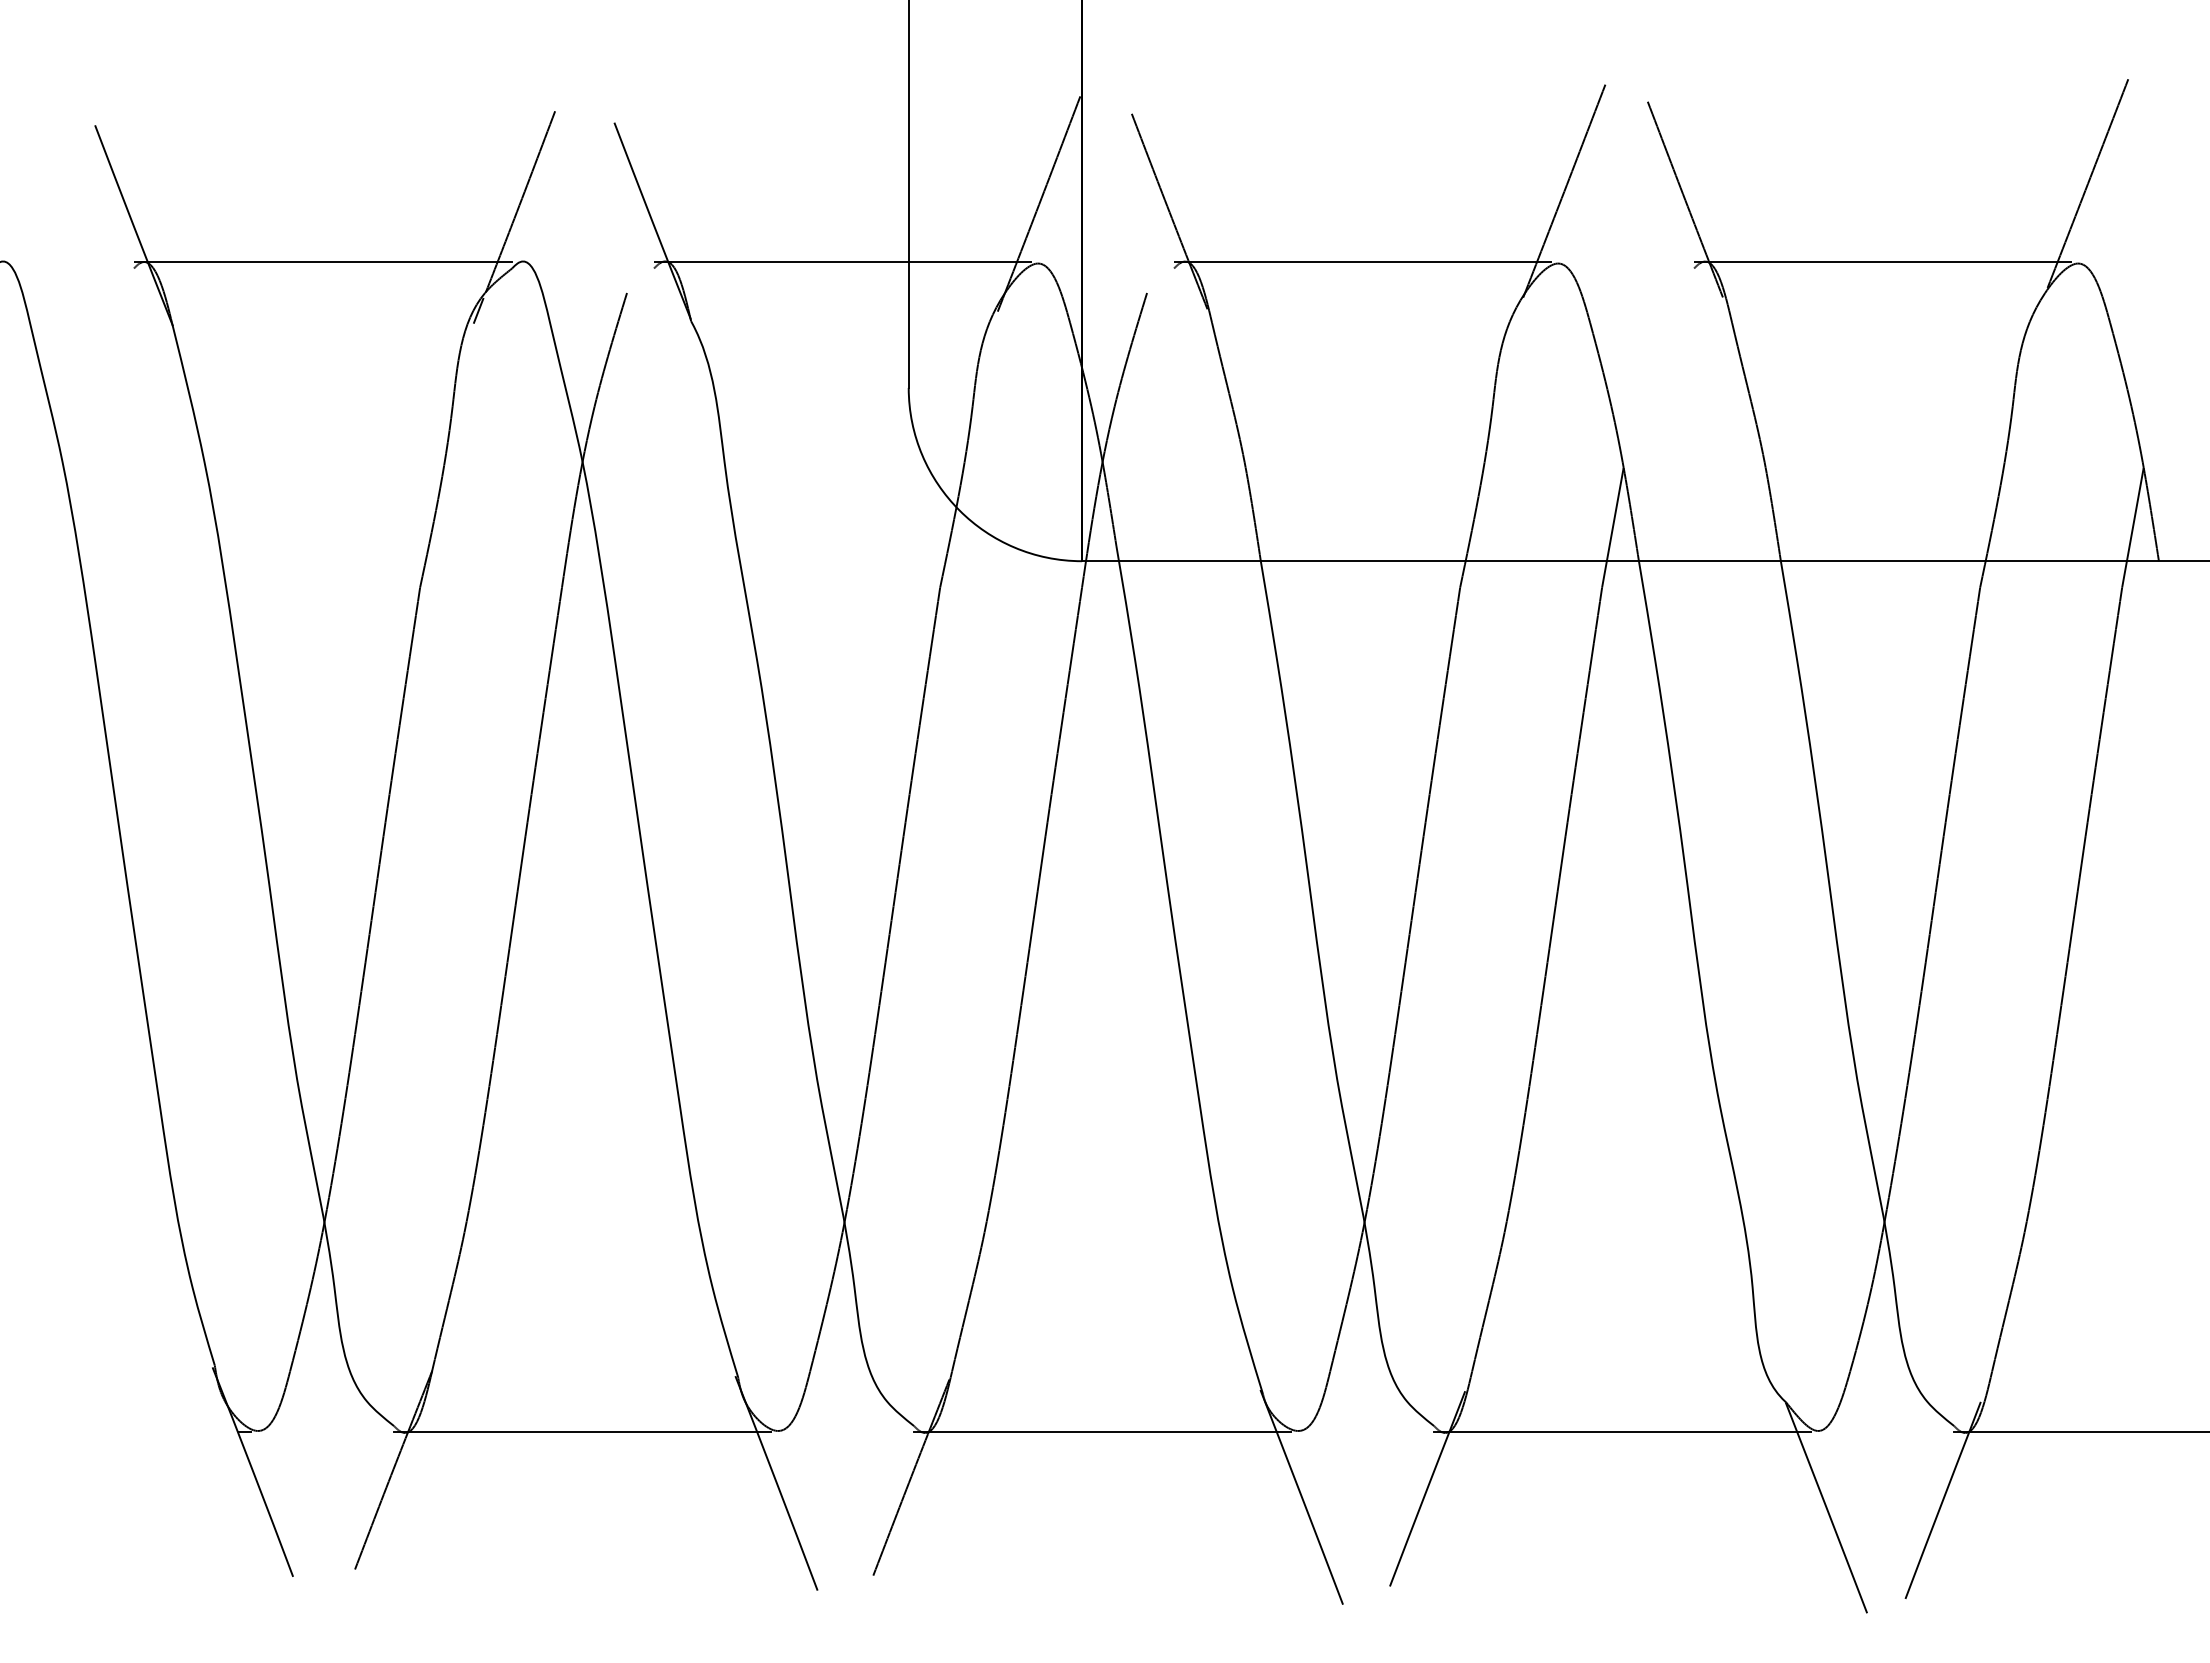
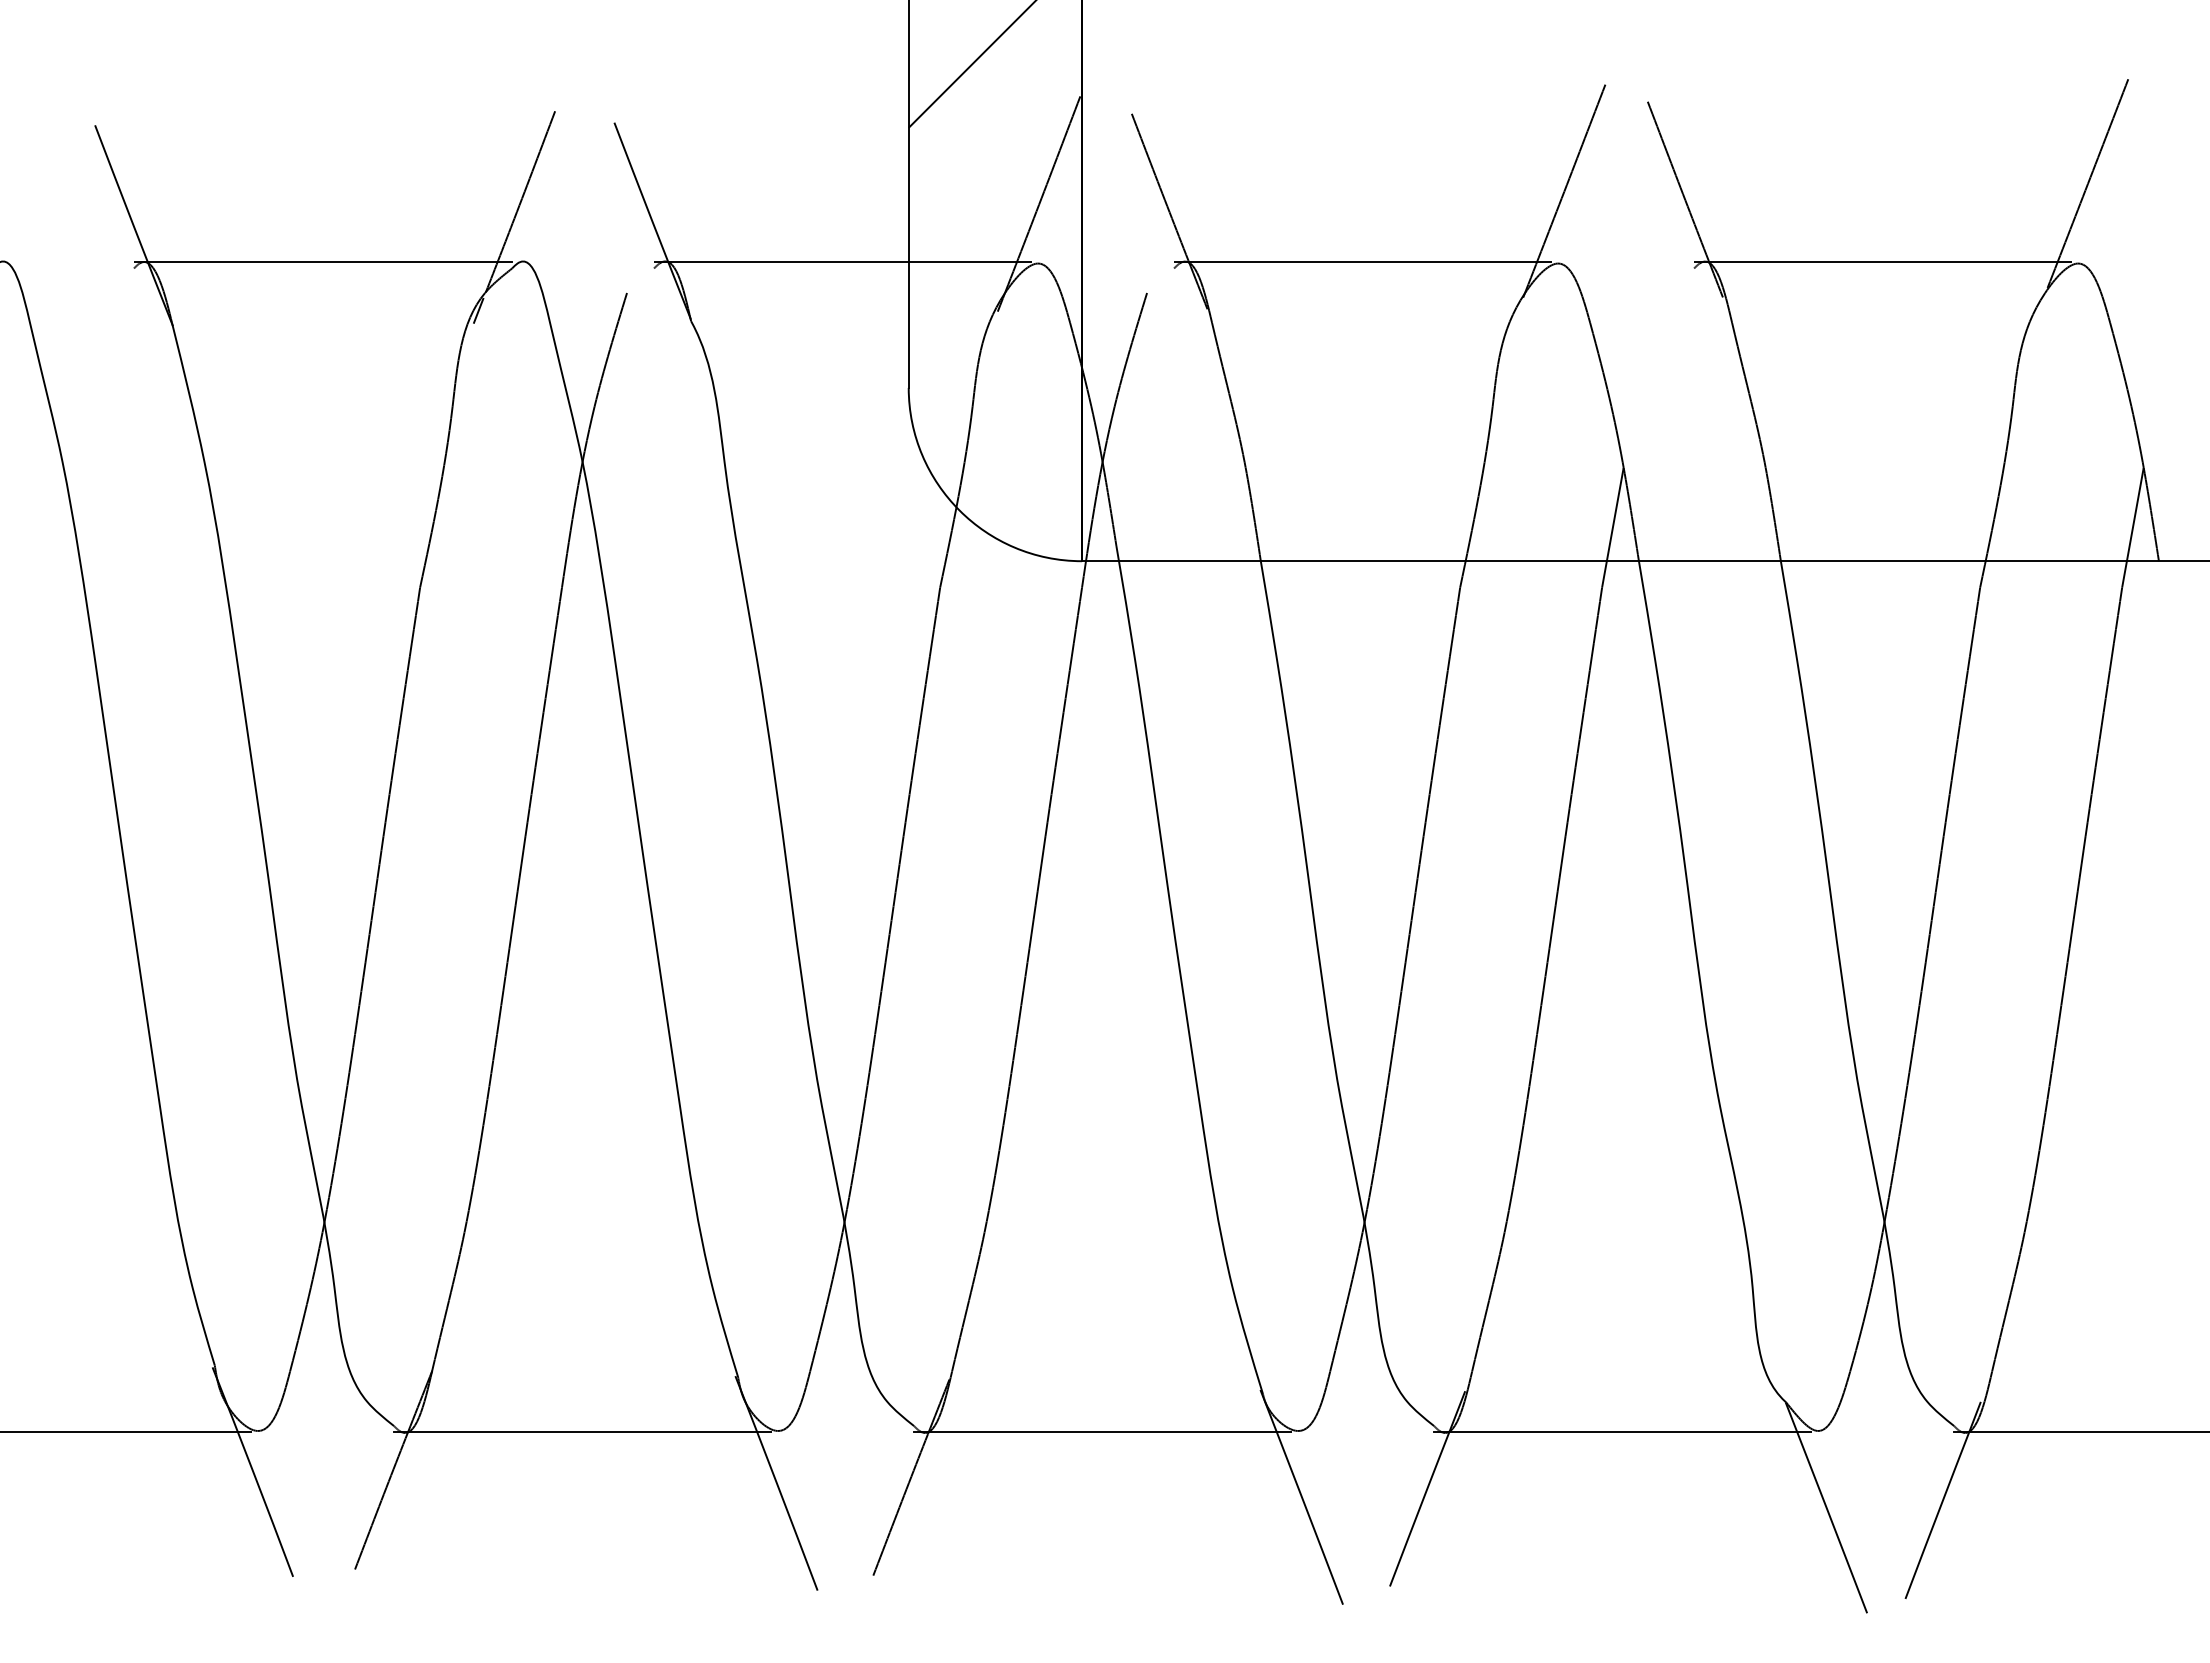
line at (970, 64): none -> present
line at (119, 1432): none -> present
